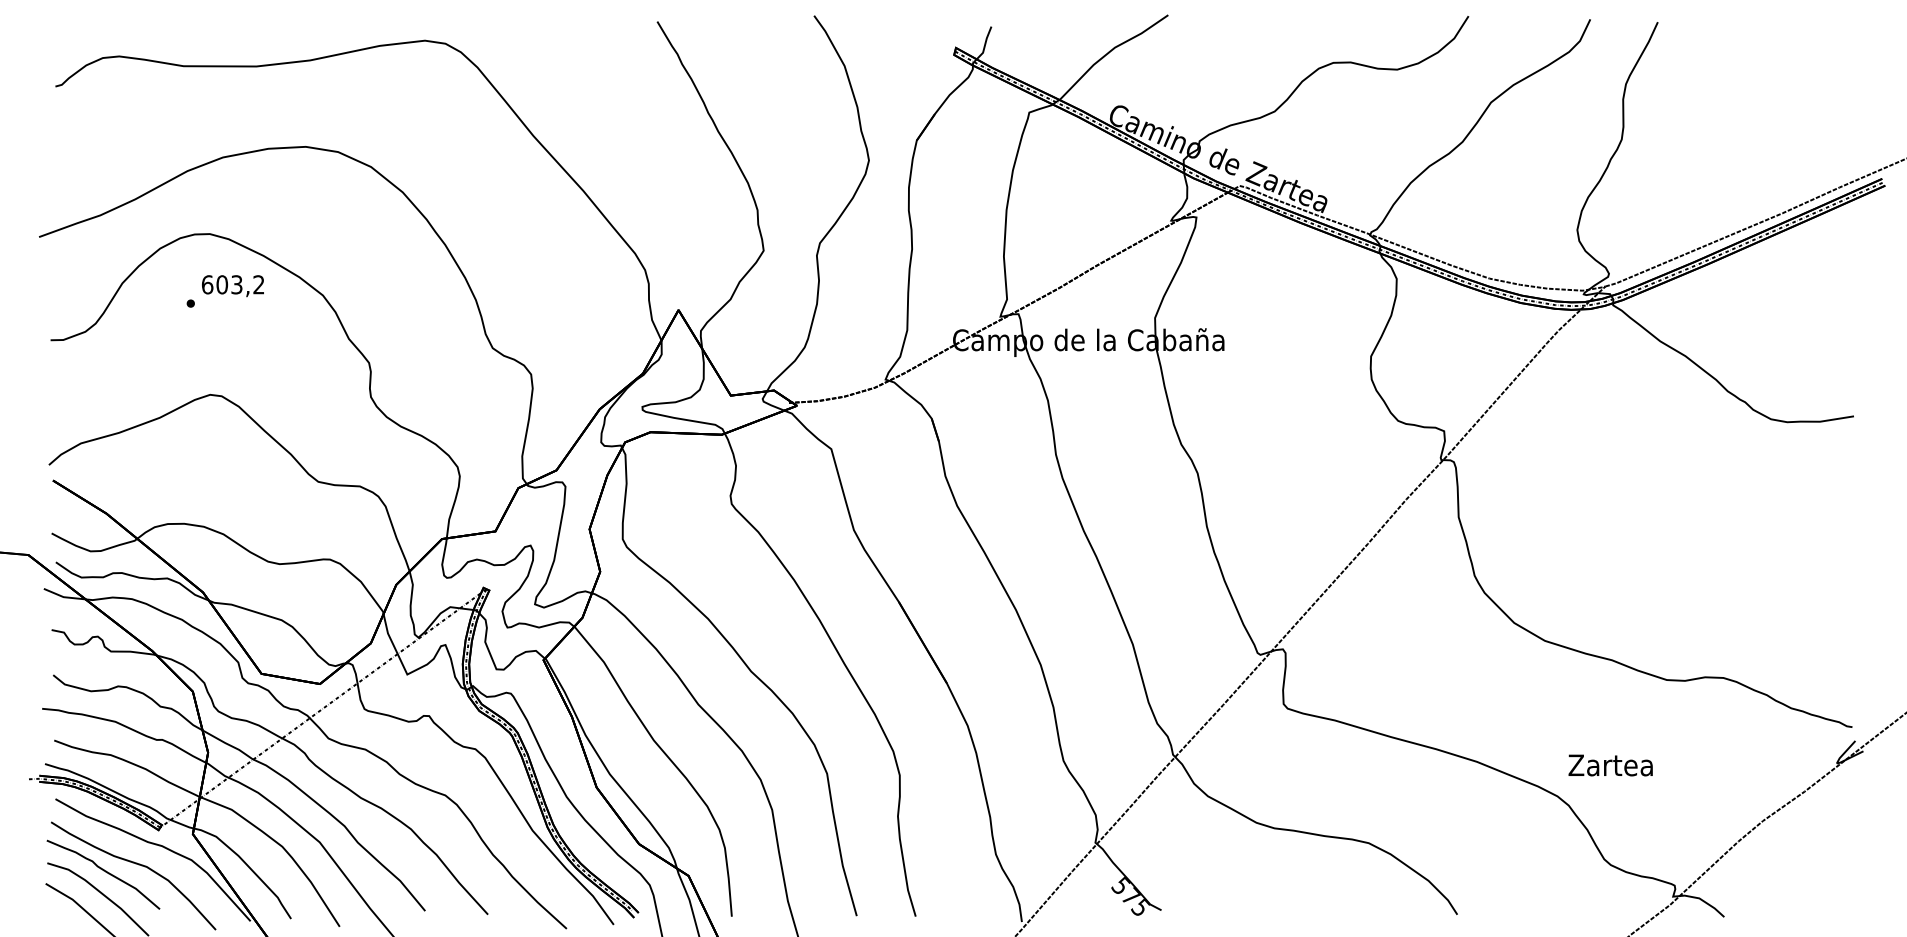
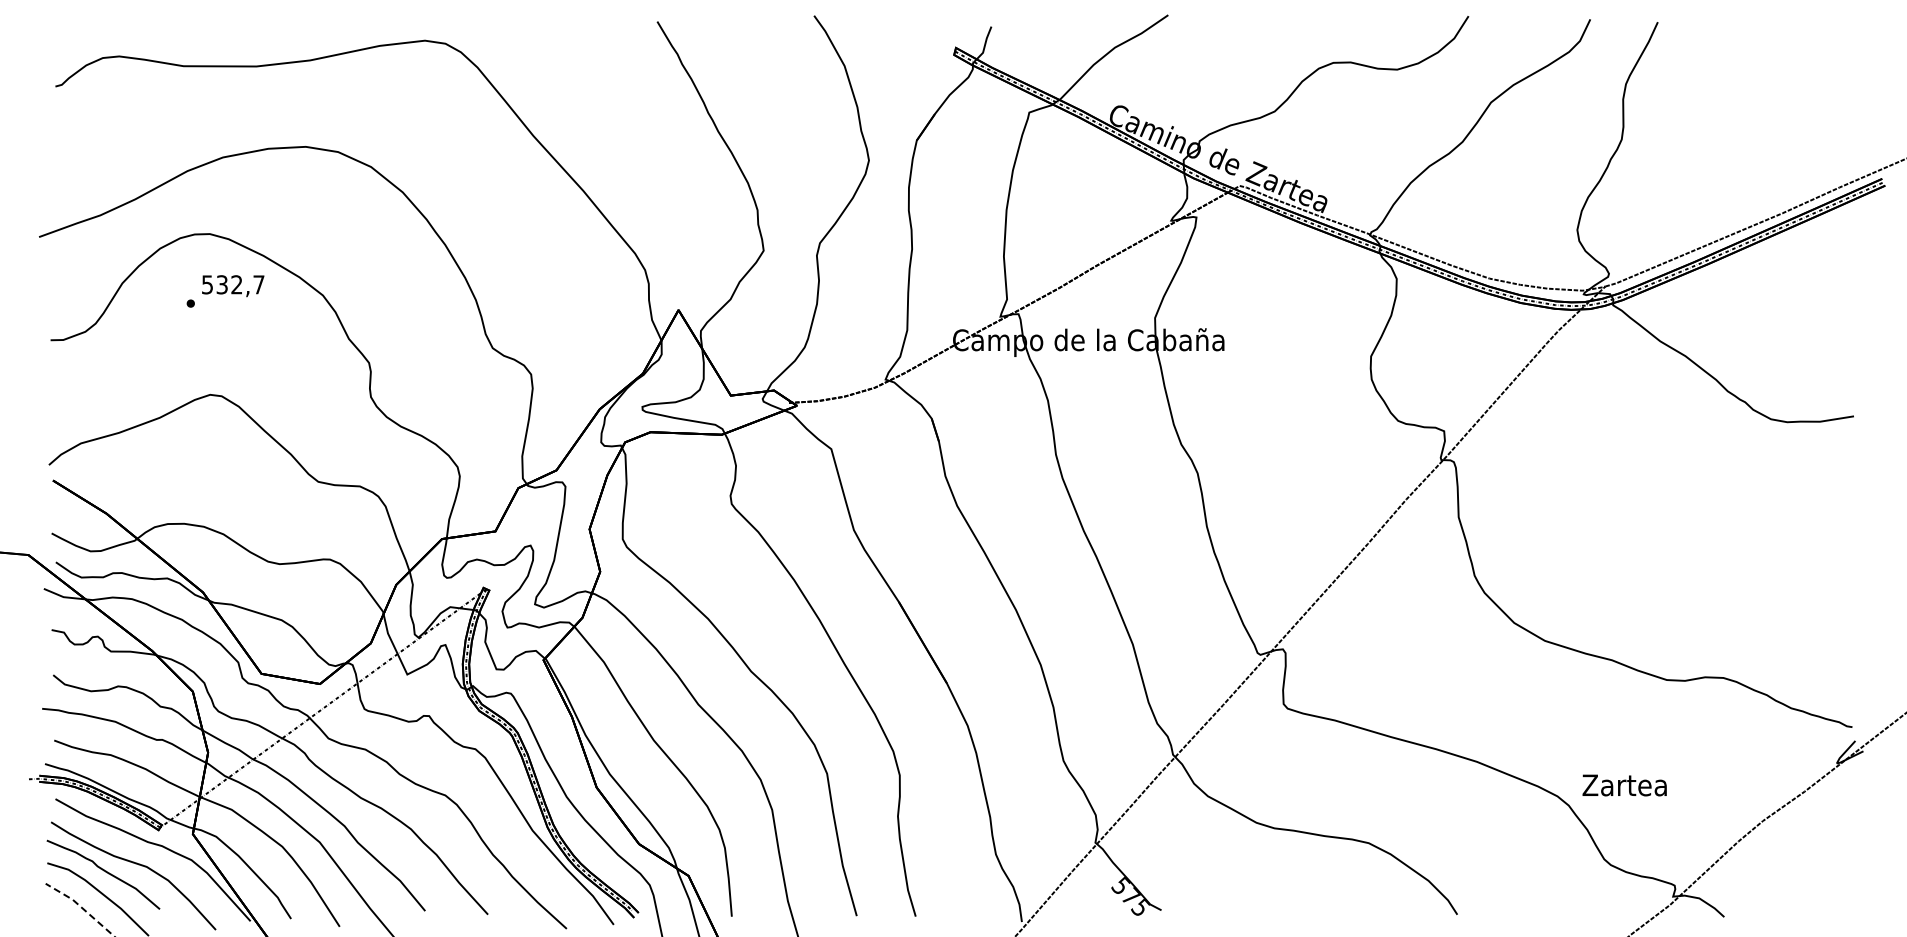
text at (233, 284): 603,2 -> 532,7
text at (1610, 765) position: (1610, 765) -> (1624, 785)
line at (80, 906): solid -> dashed
